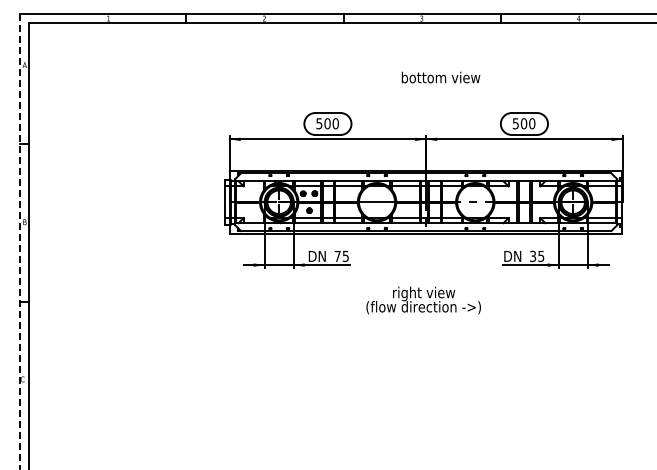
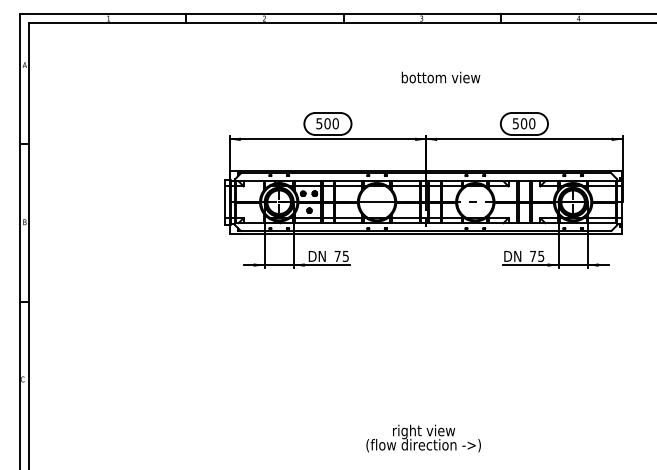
line at (19, 241): dashed -> solid
text at (533, 256): 35 -> 75
text at (423, 300) position: (423, 300) -> (423, 438)
